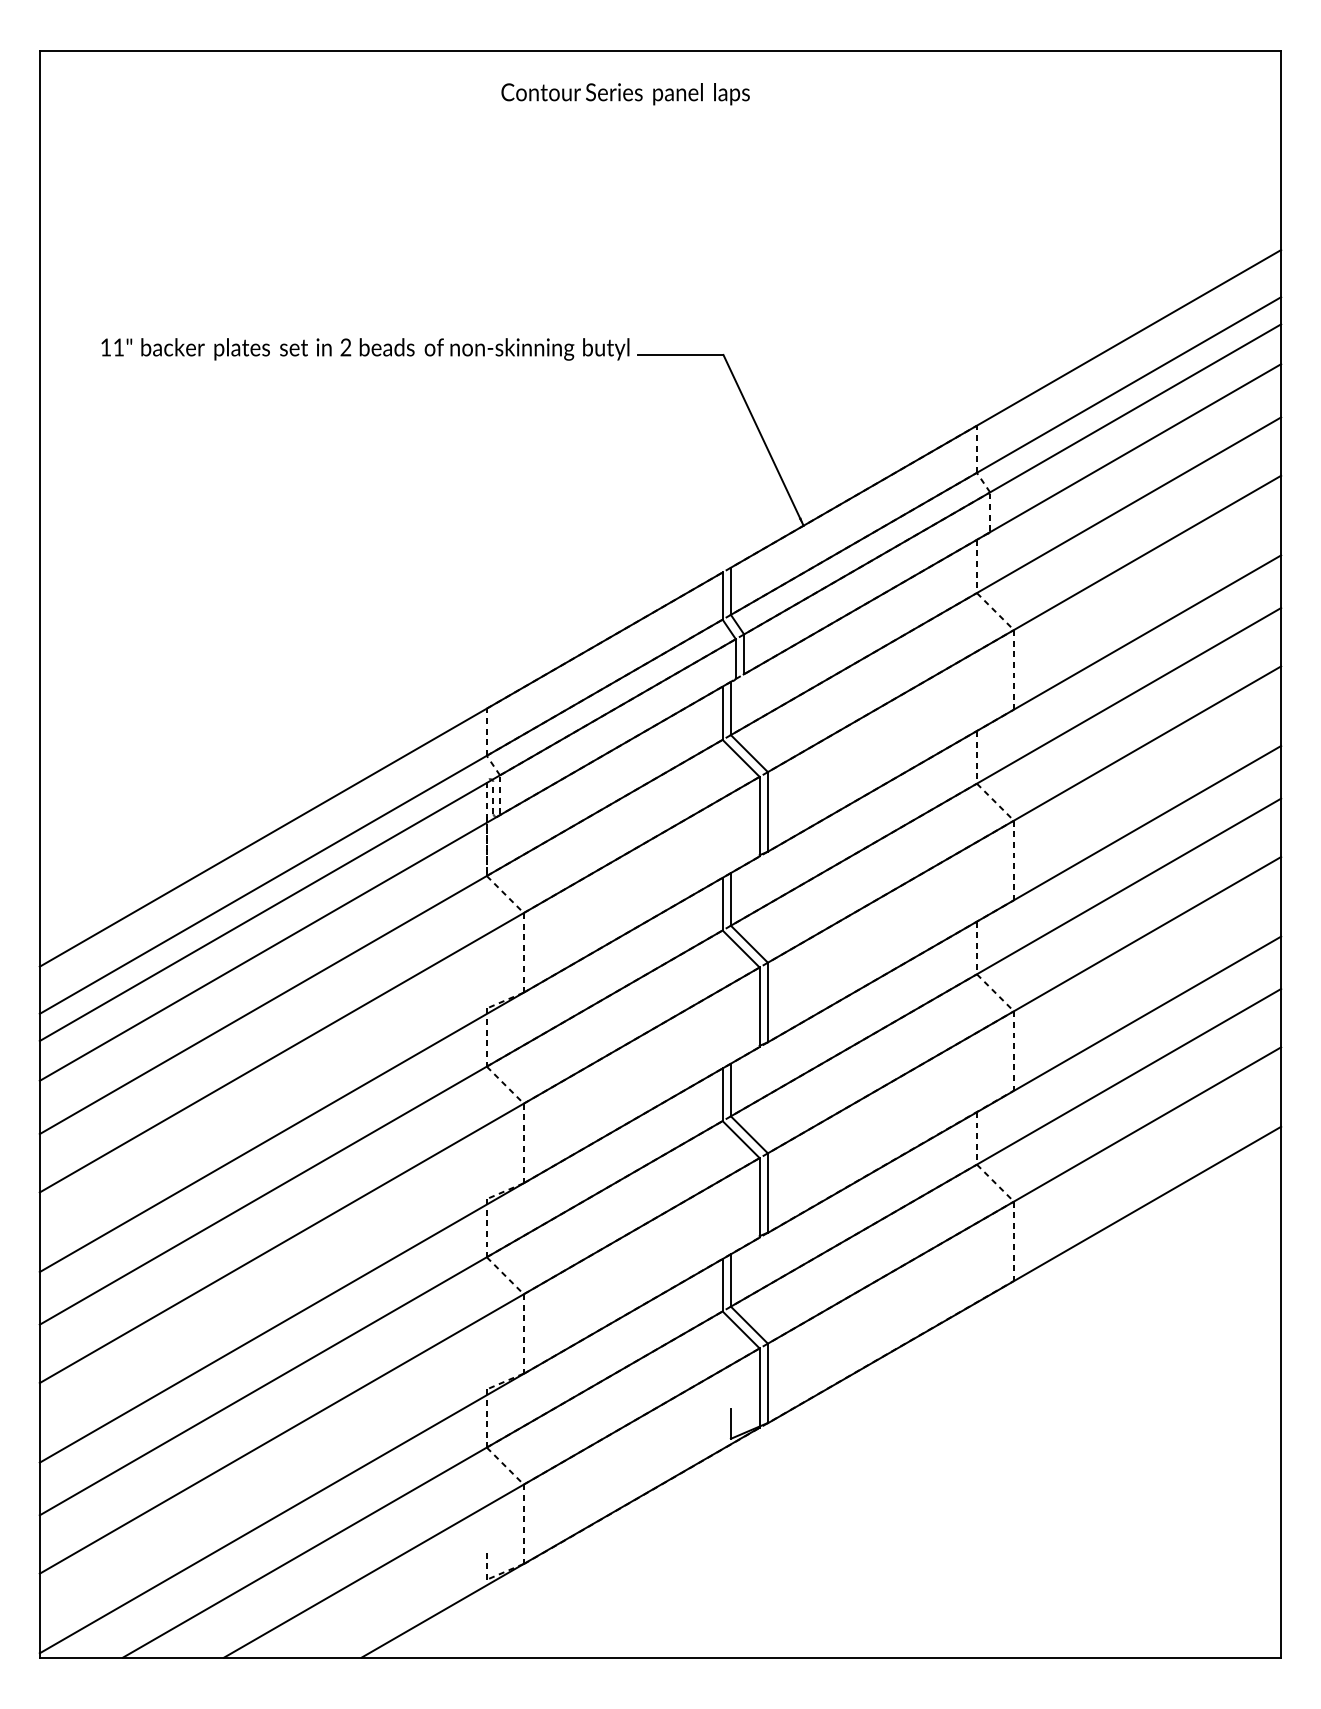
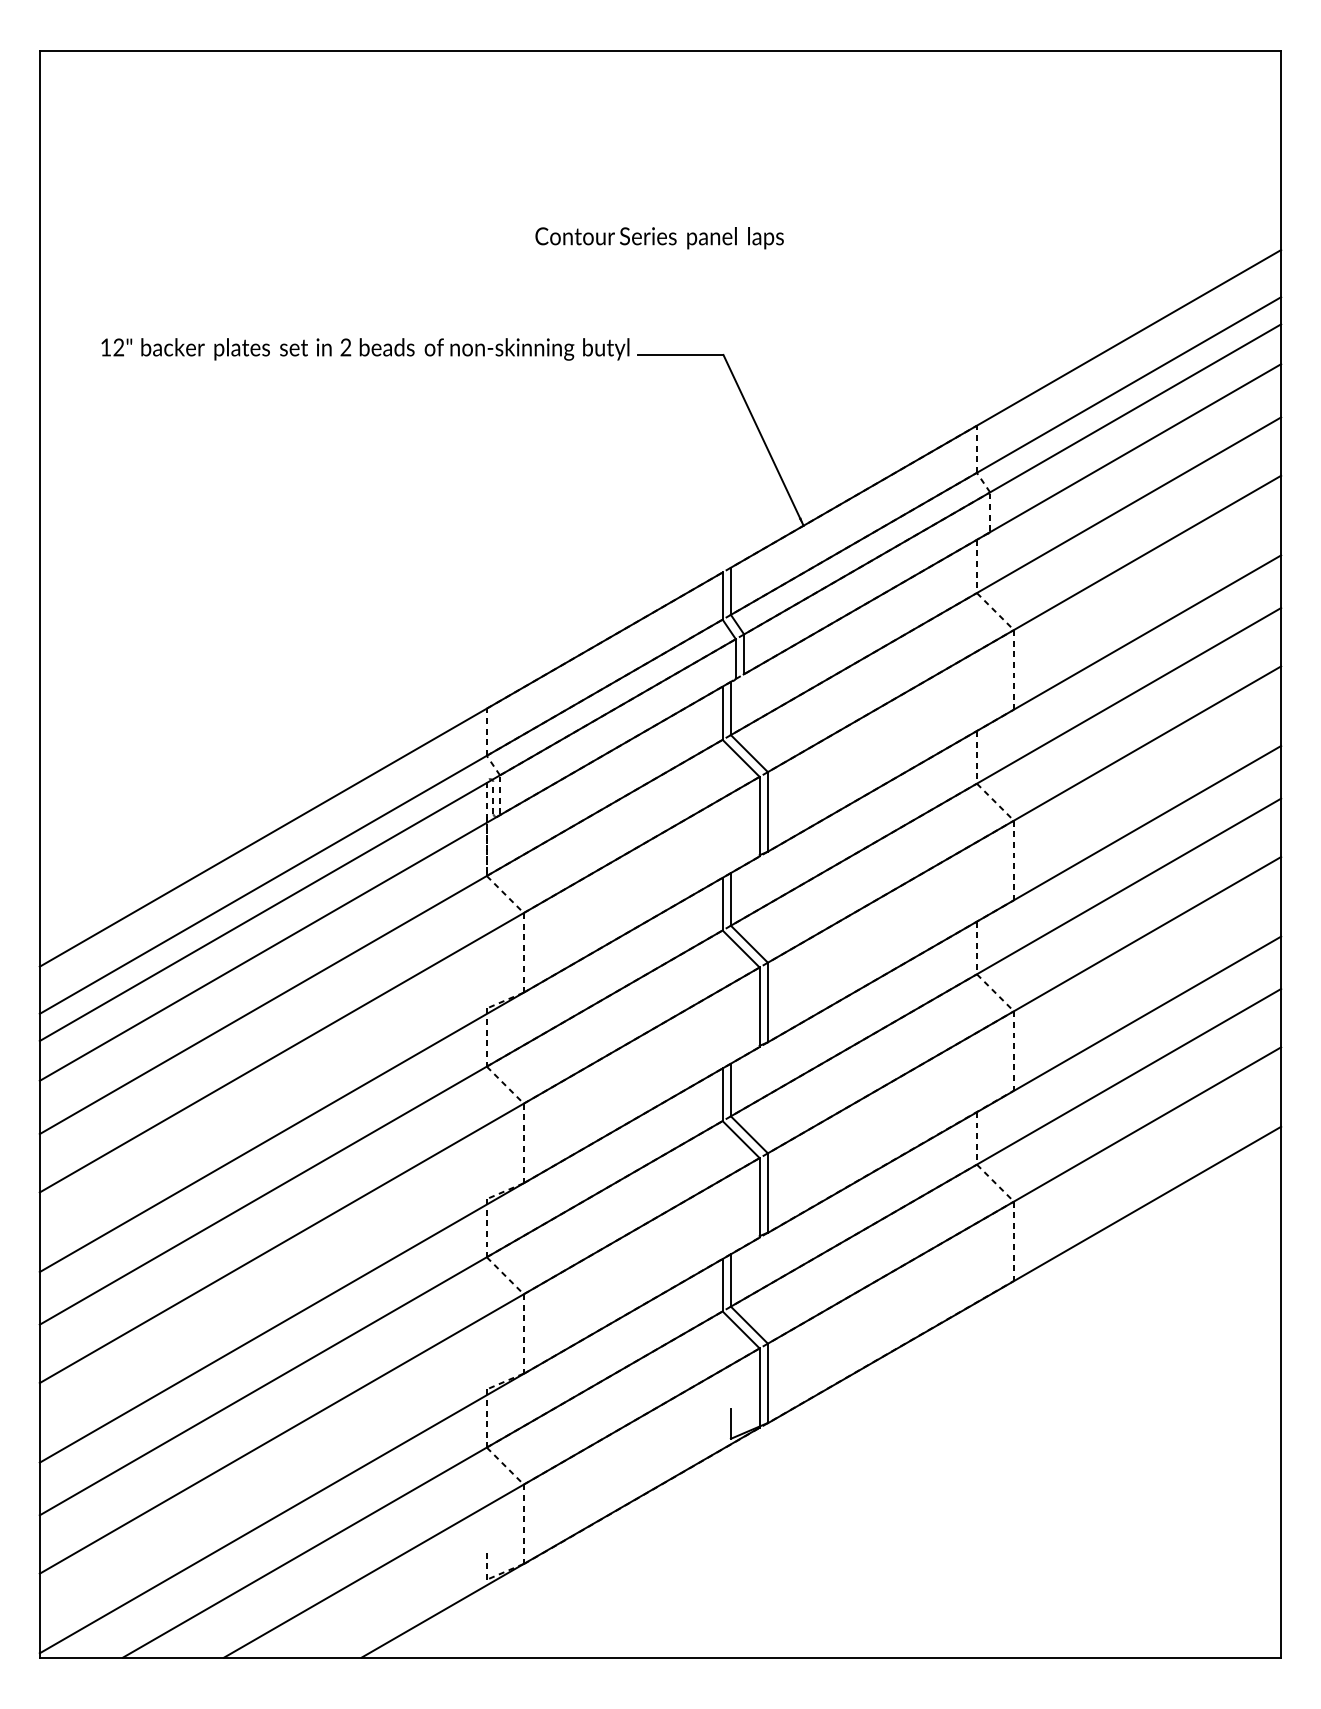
text at (625, 94) position: (625, 94) -> (659, 238)
text at (118, 347): 11" -> 12"
